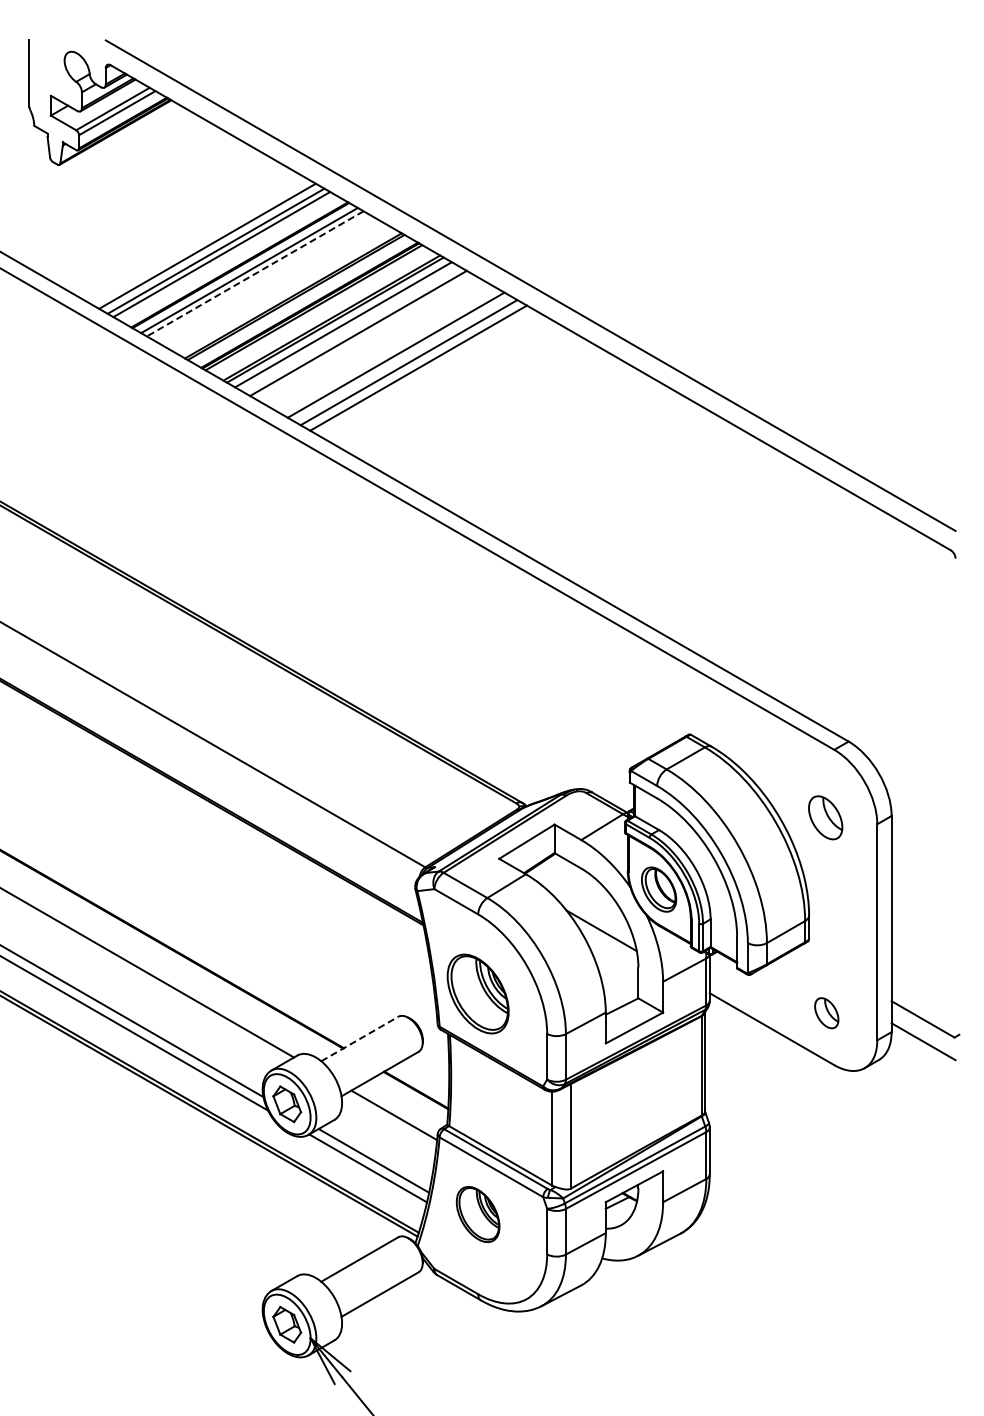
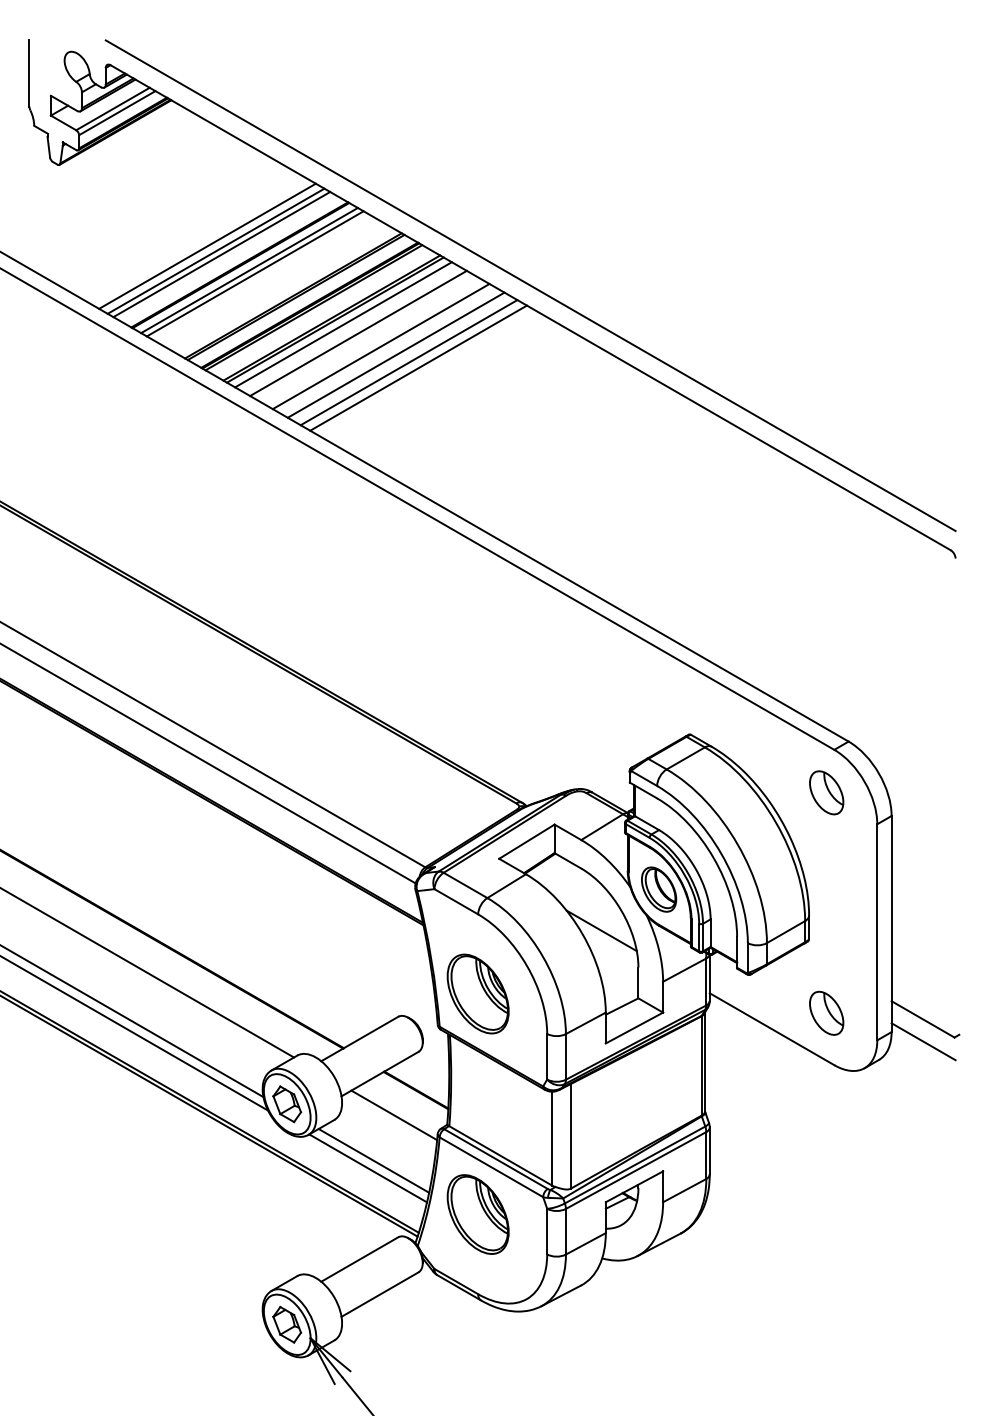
line at (254, 274): dashed -> solid
line at (380, 346): none -> present
line at (208, 763): none -> present
part at (825, 817) position: (825, 817) -> (826, 792)
part at (826, 1013) size: 26x33 px -> 36x46 px
line at (360, 1038): dashed -> solid
part at (477, 1214) size: 46x57 px -> 64x81 px
